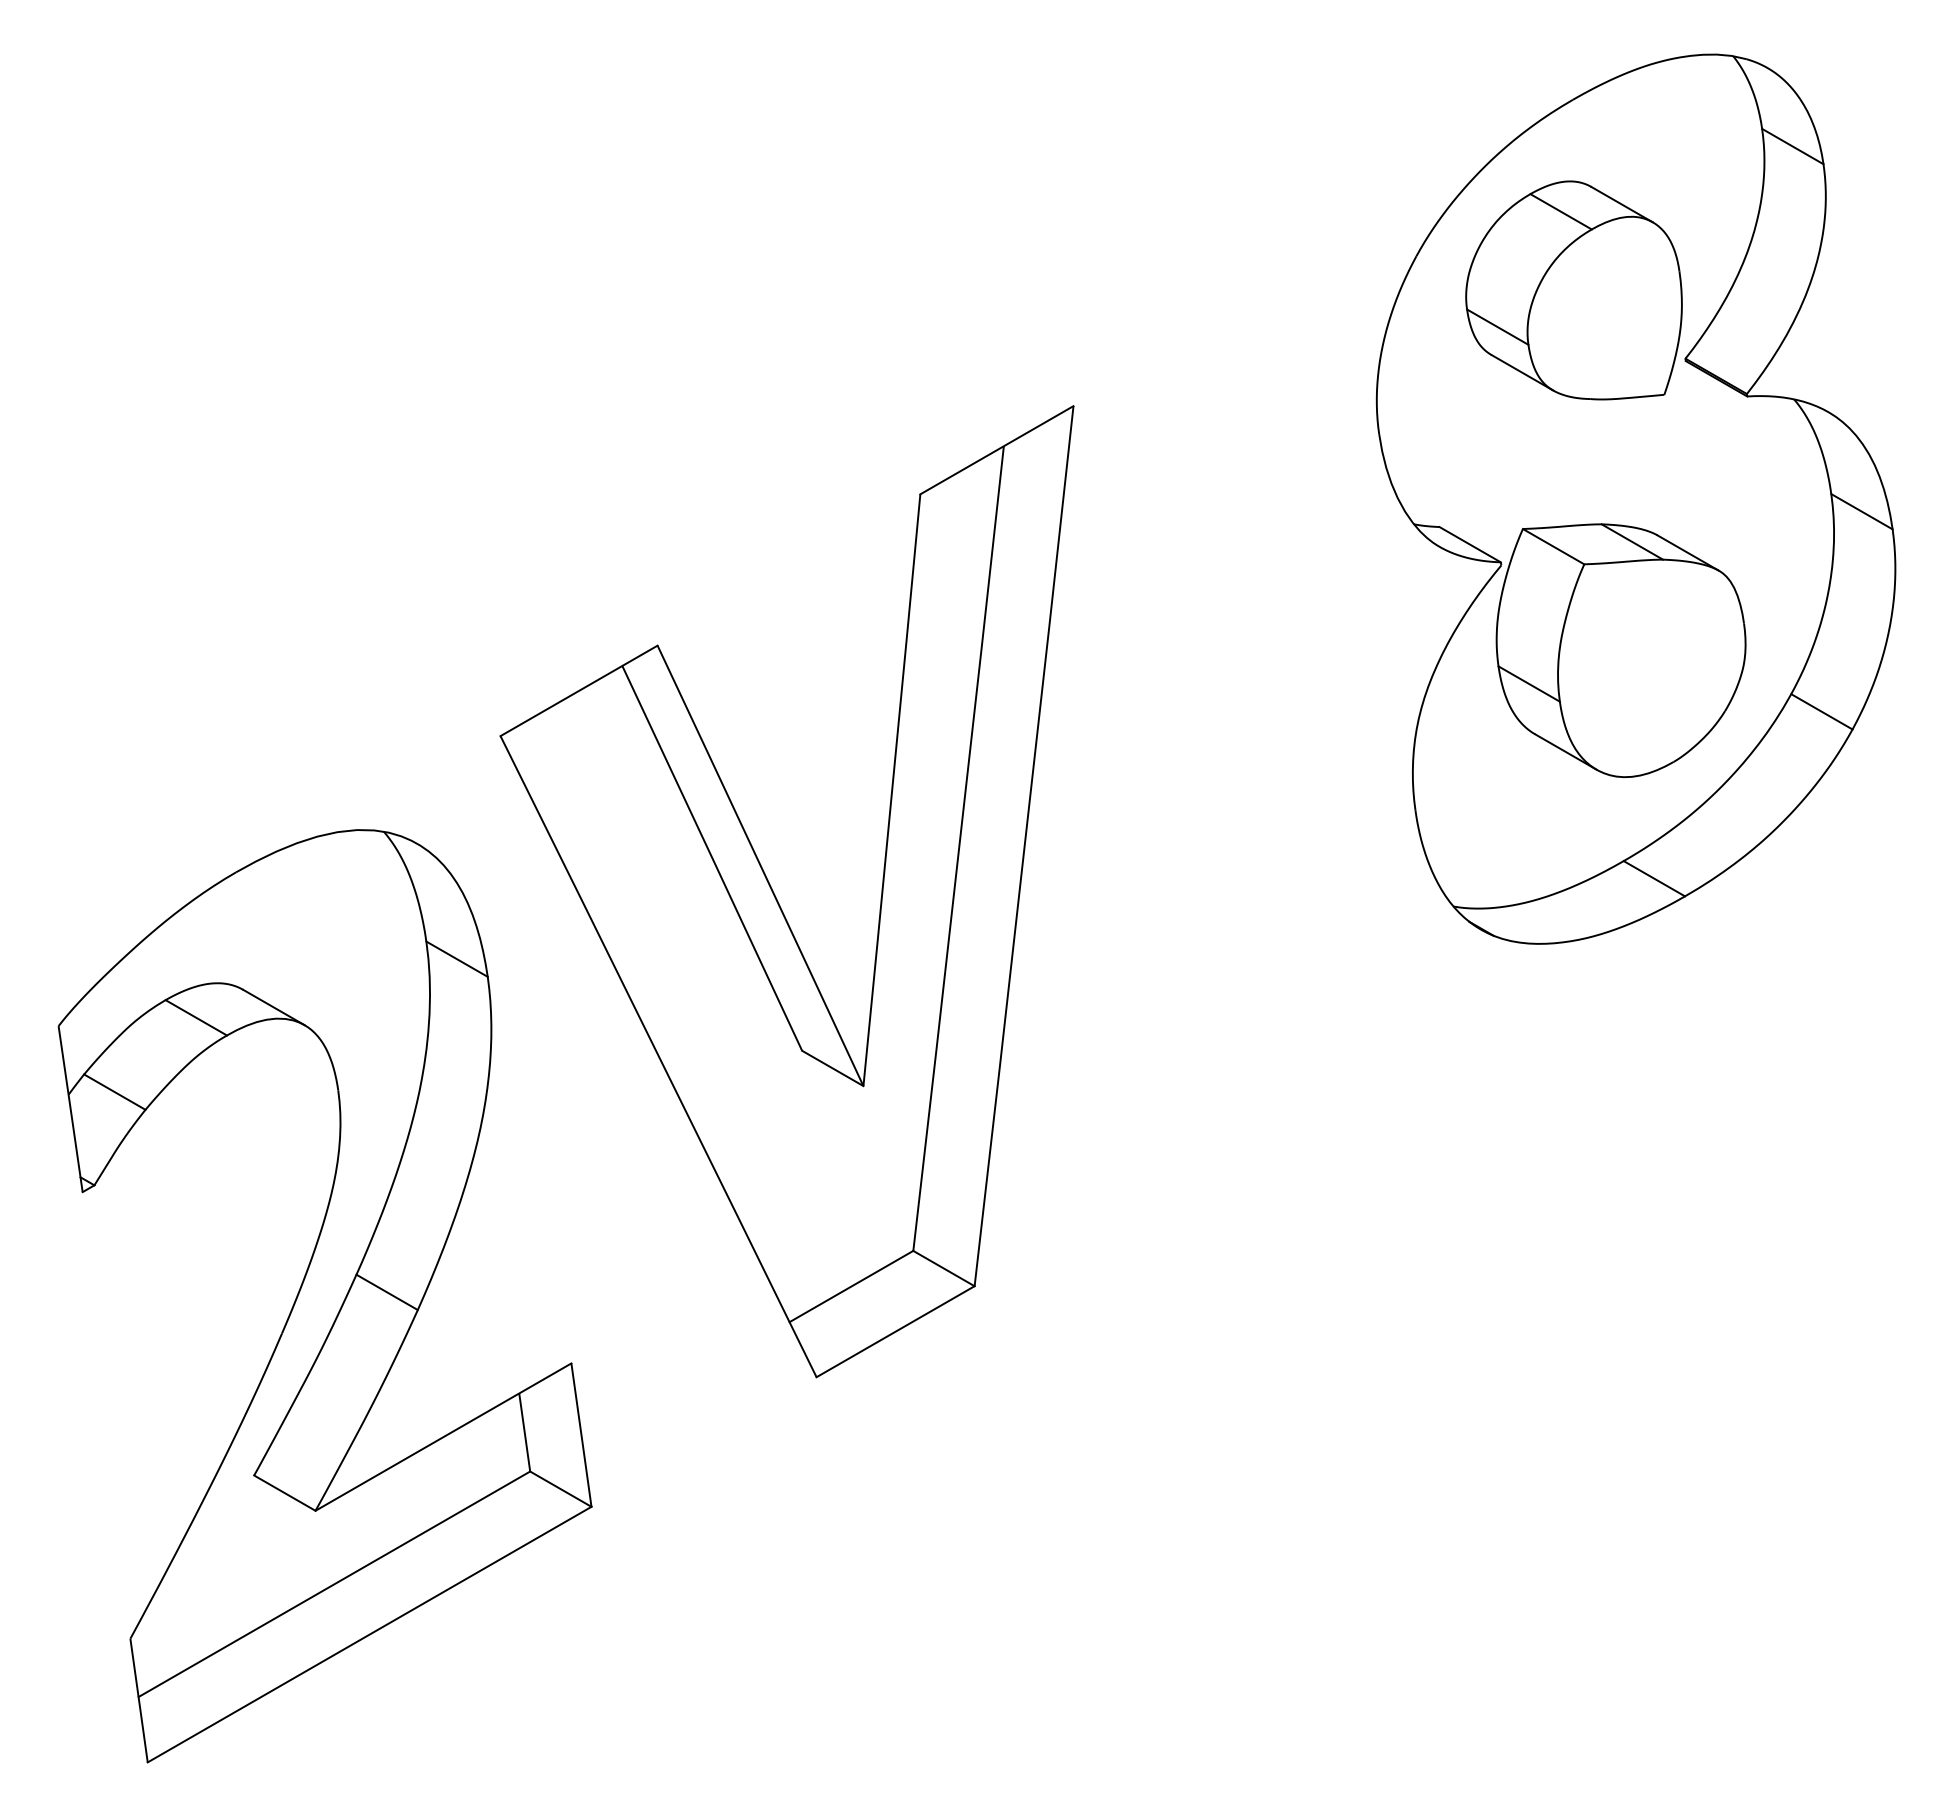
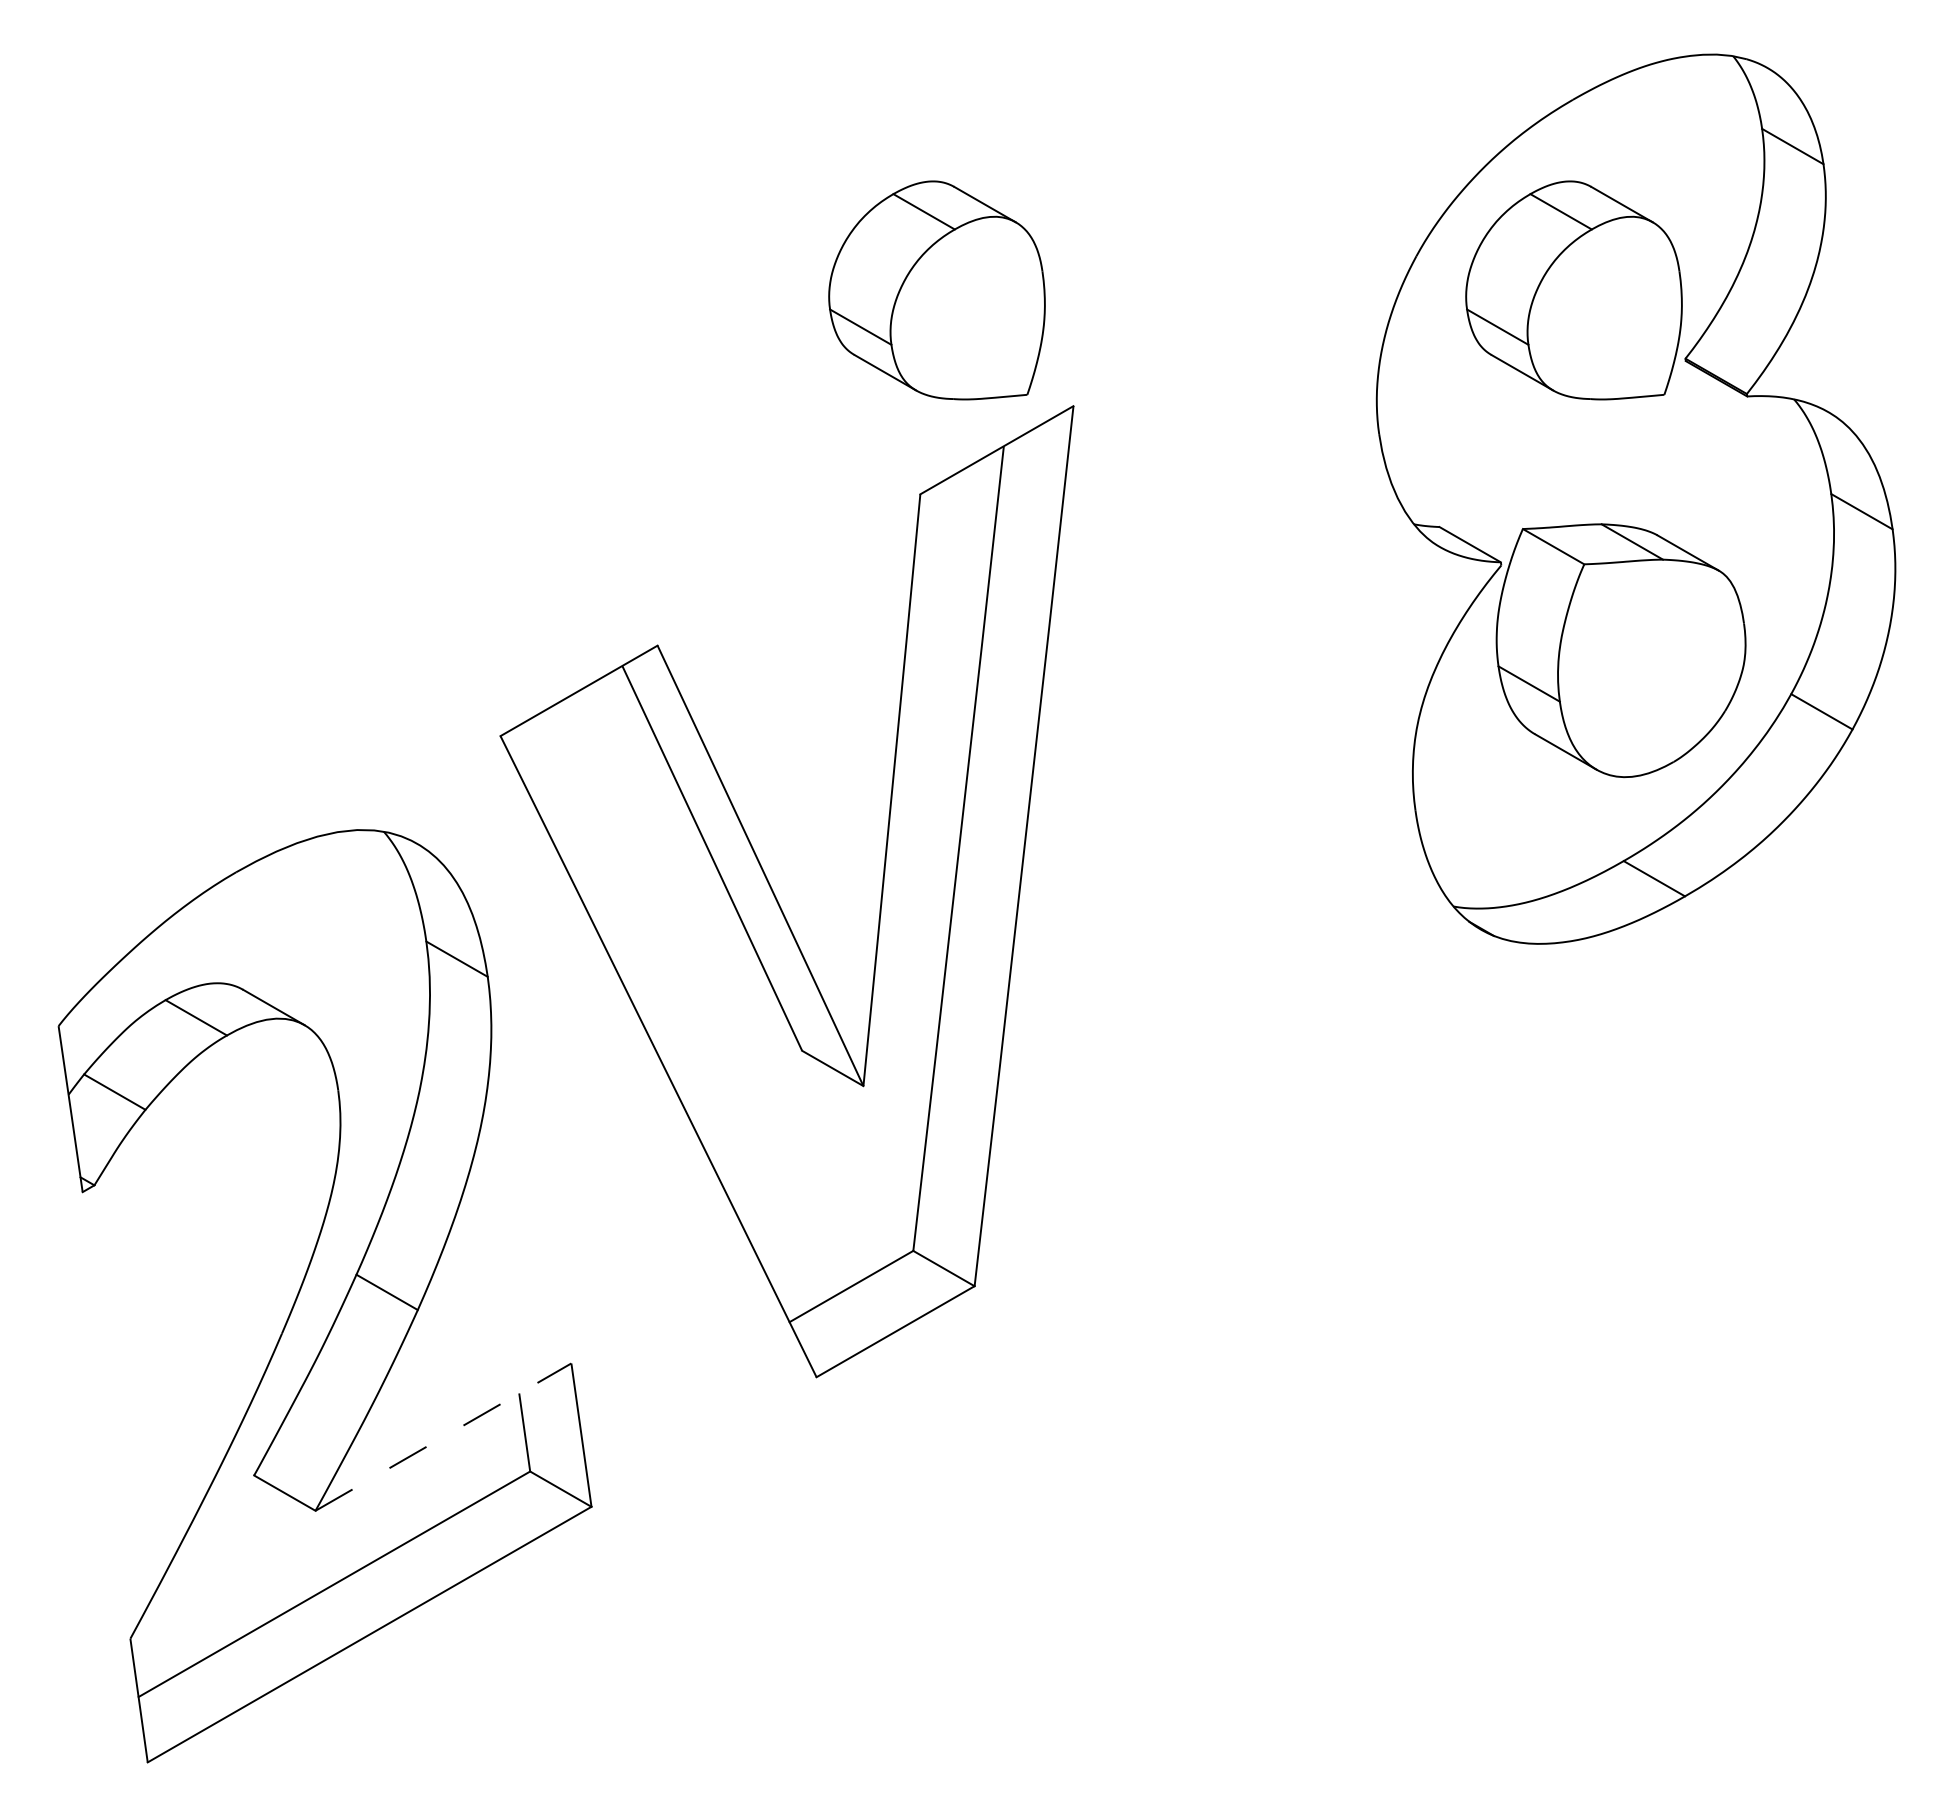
part at (936, 290): none -> present
line at (443, 1437): solid -> dashed
